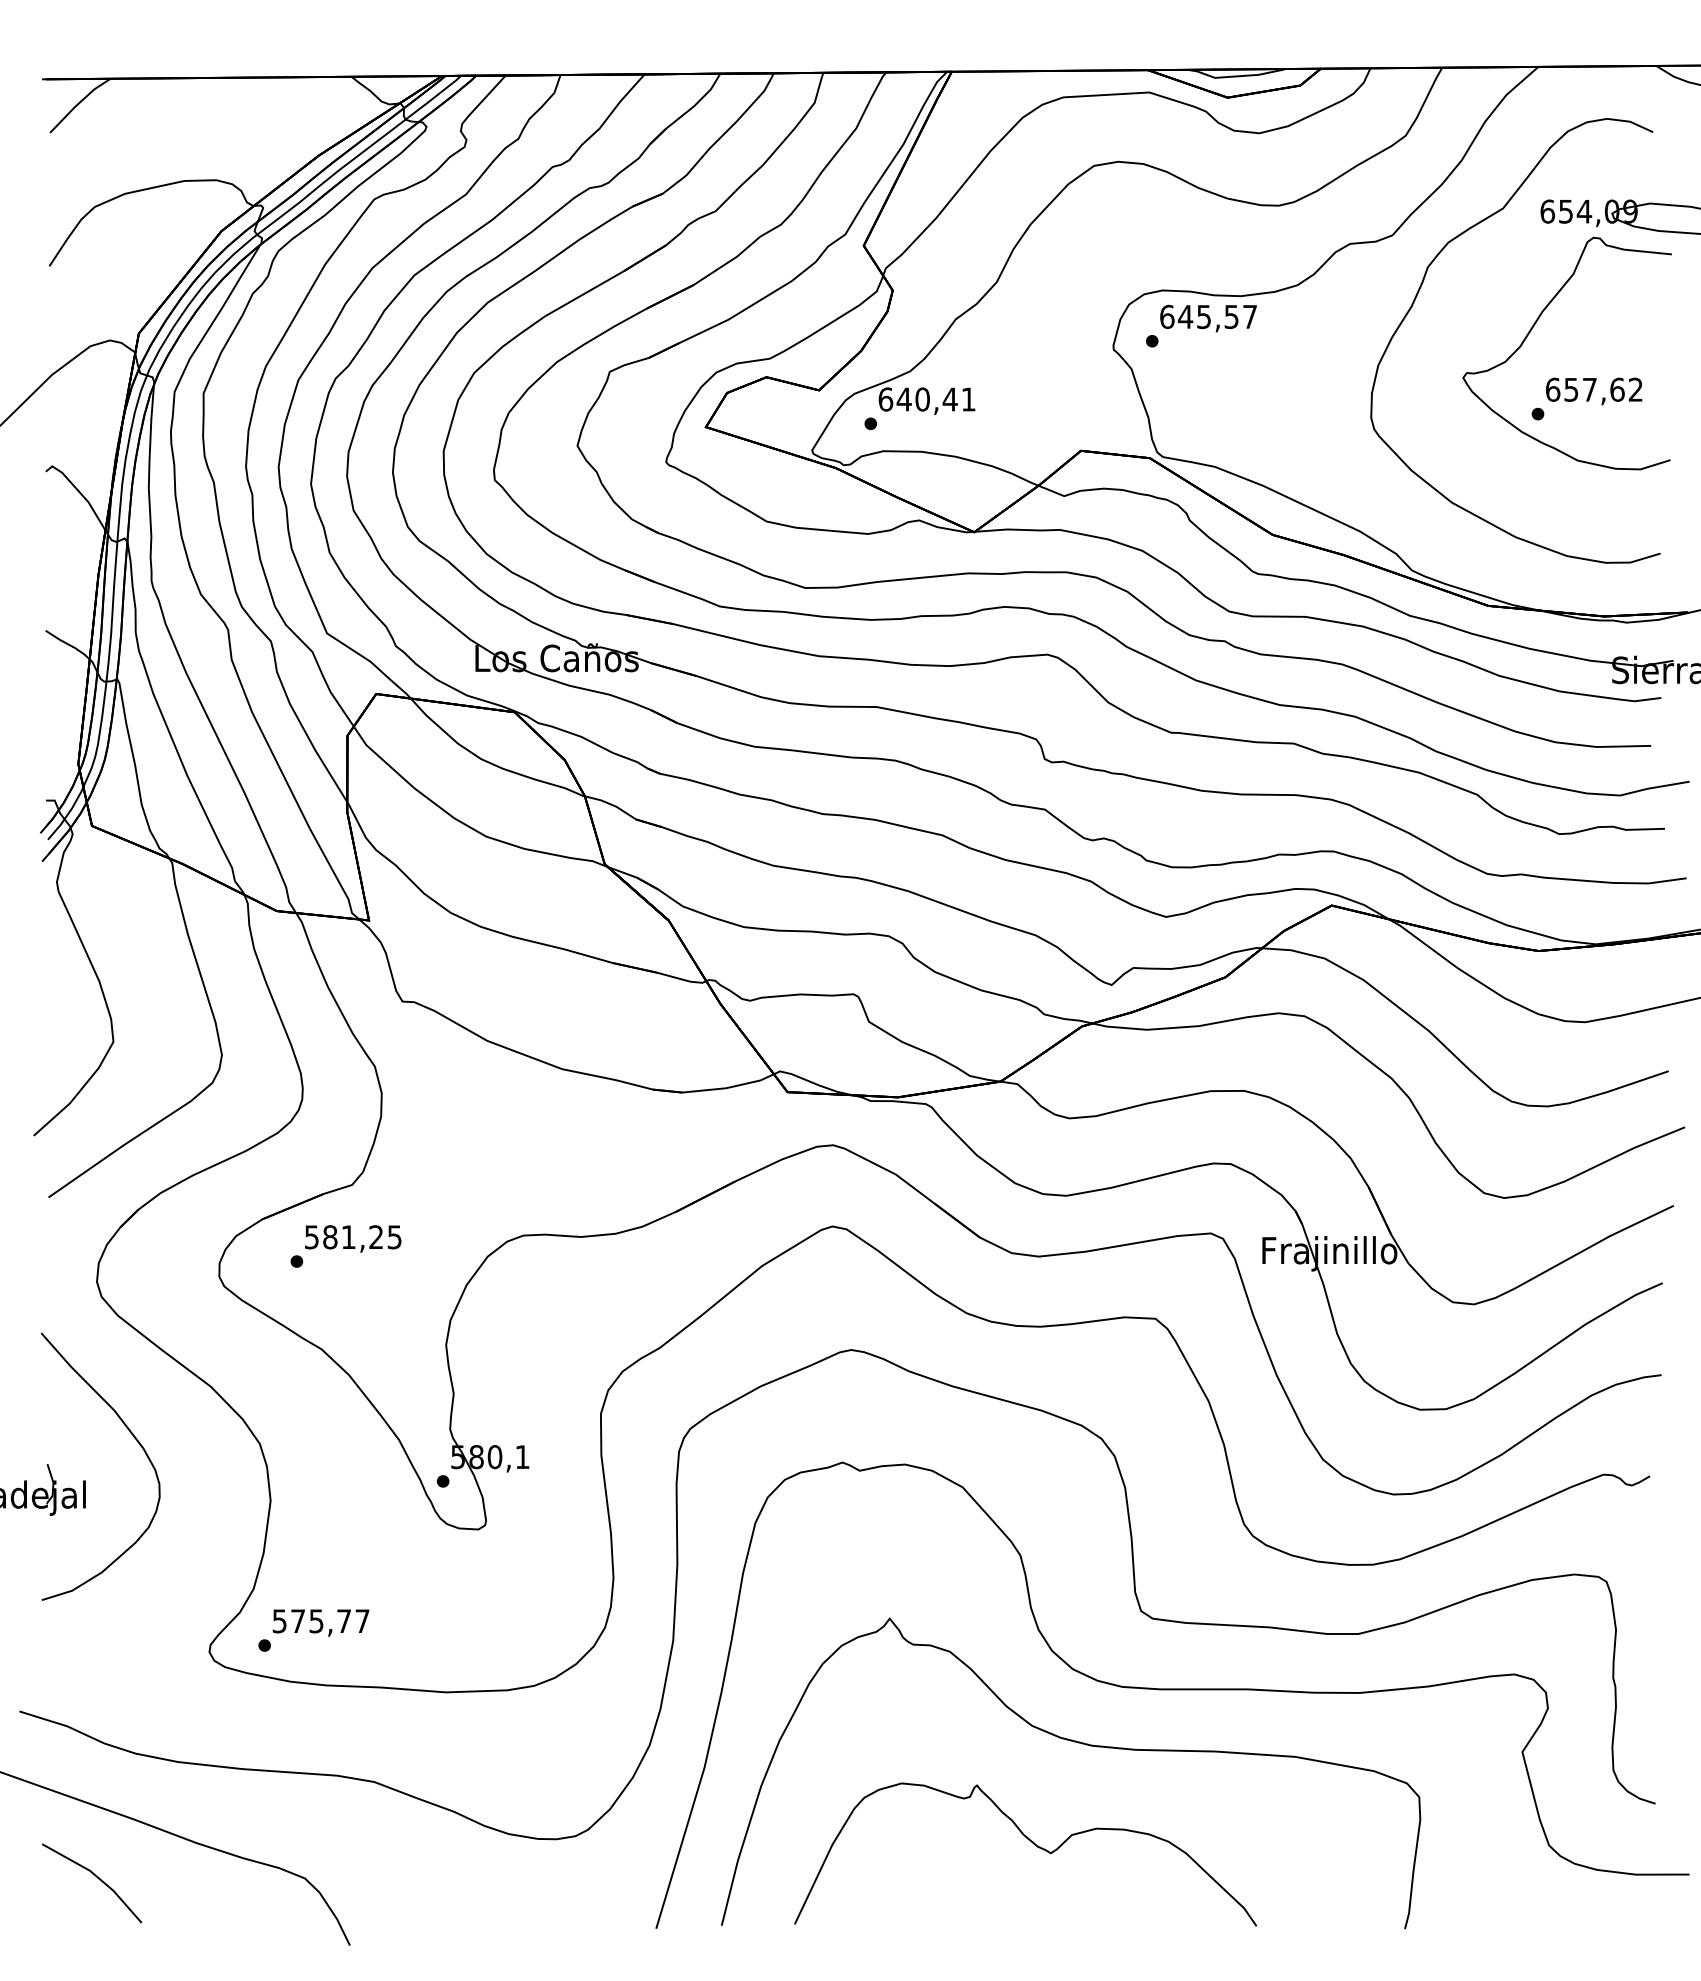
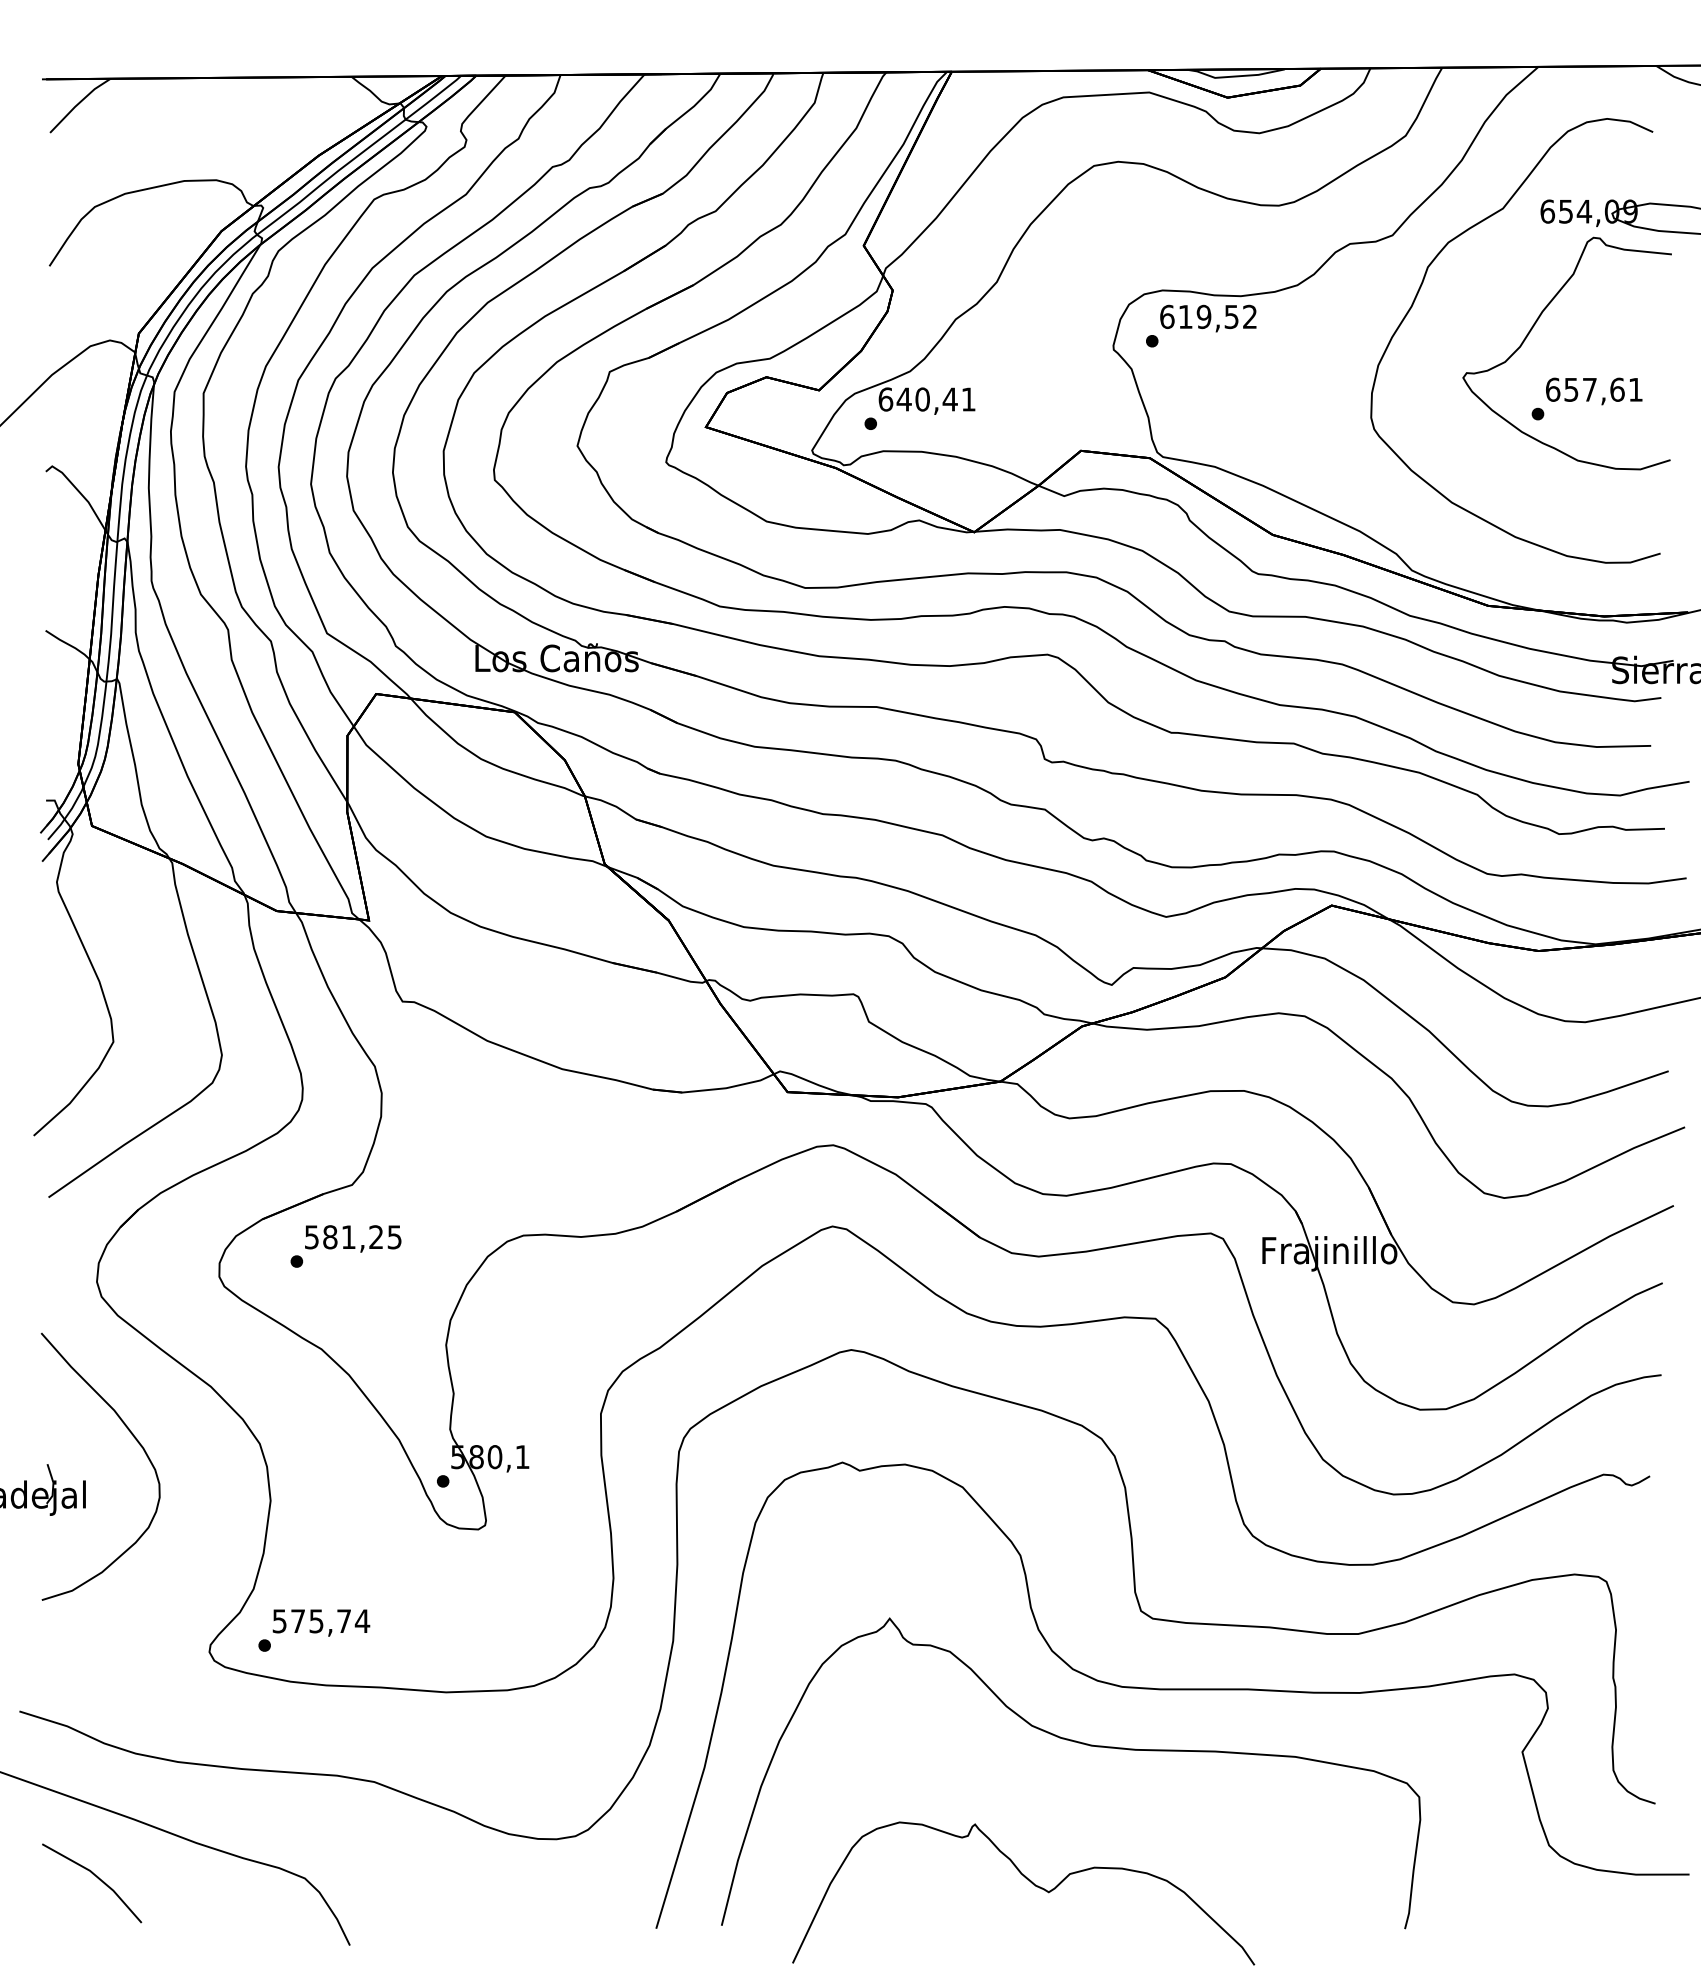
text at (1217, 316): 645,57 -> 619,52
text at (1635, 389): 657,62 -> 657,61
text at (362, 1620): 575,77 -> 575,74
part at (1034, 1845) position: (1034, 1845) -> (1032, 1884)
